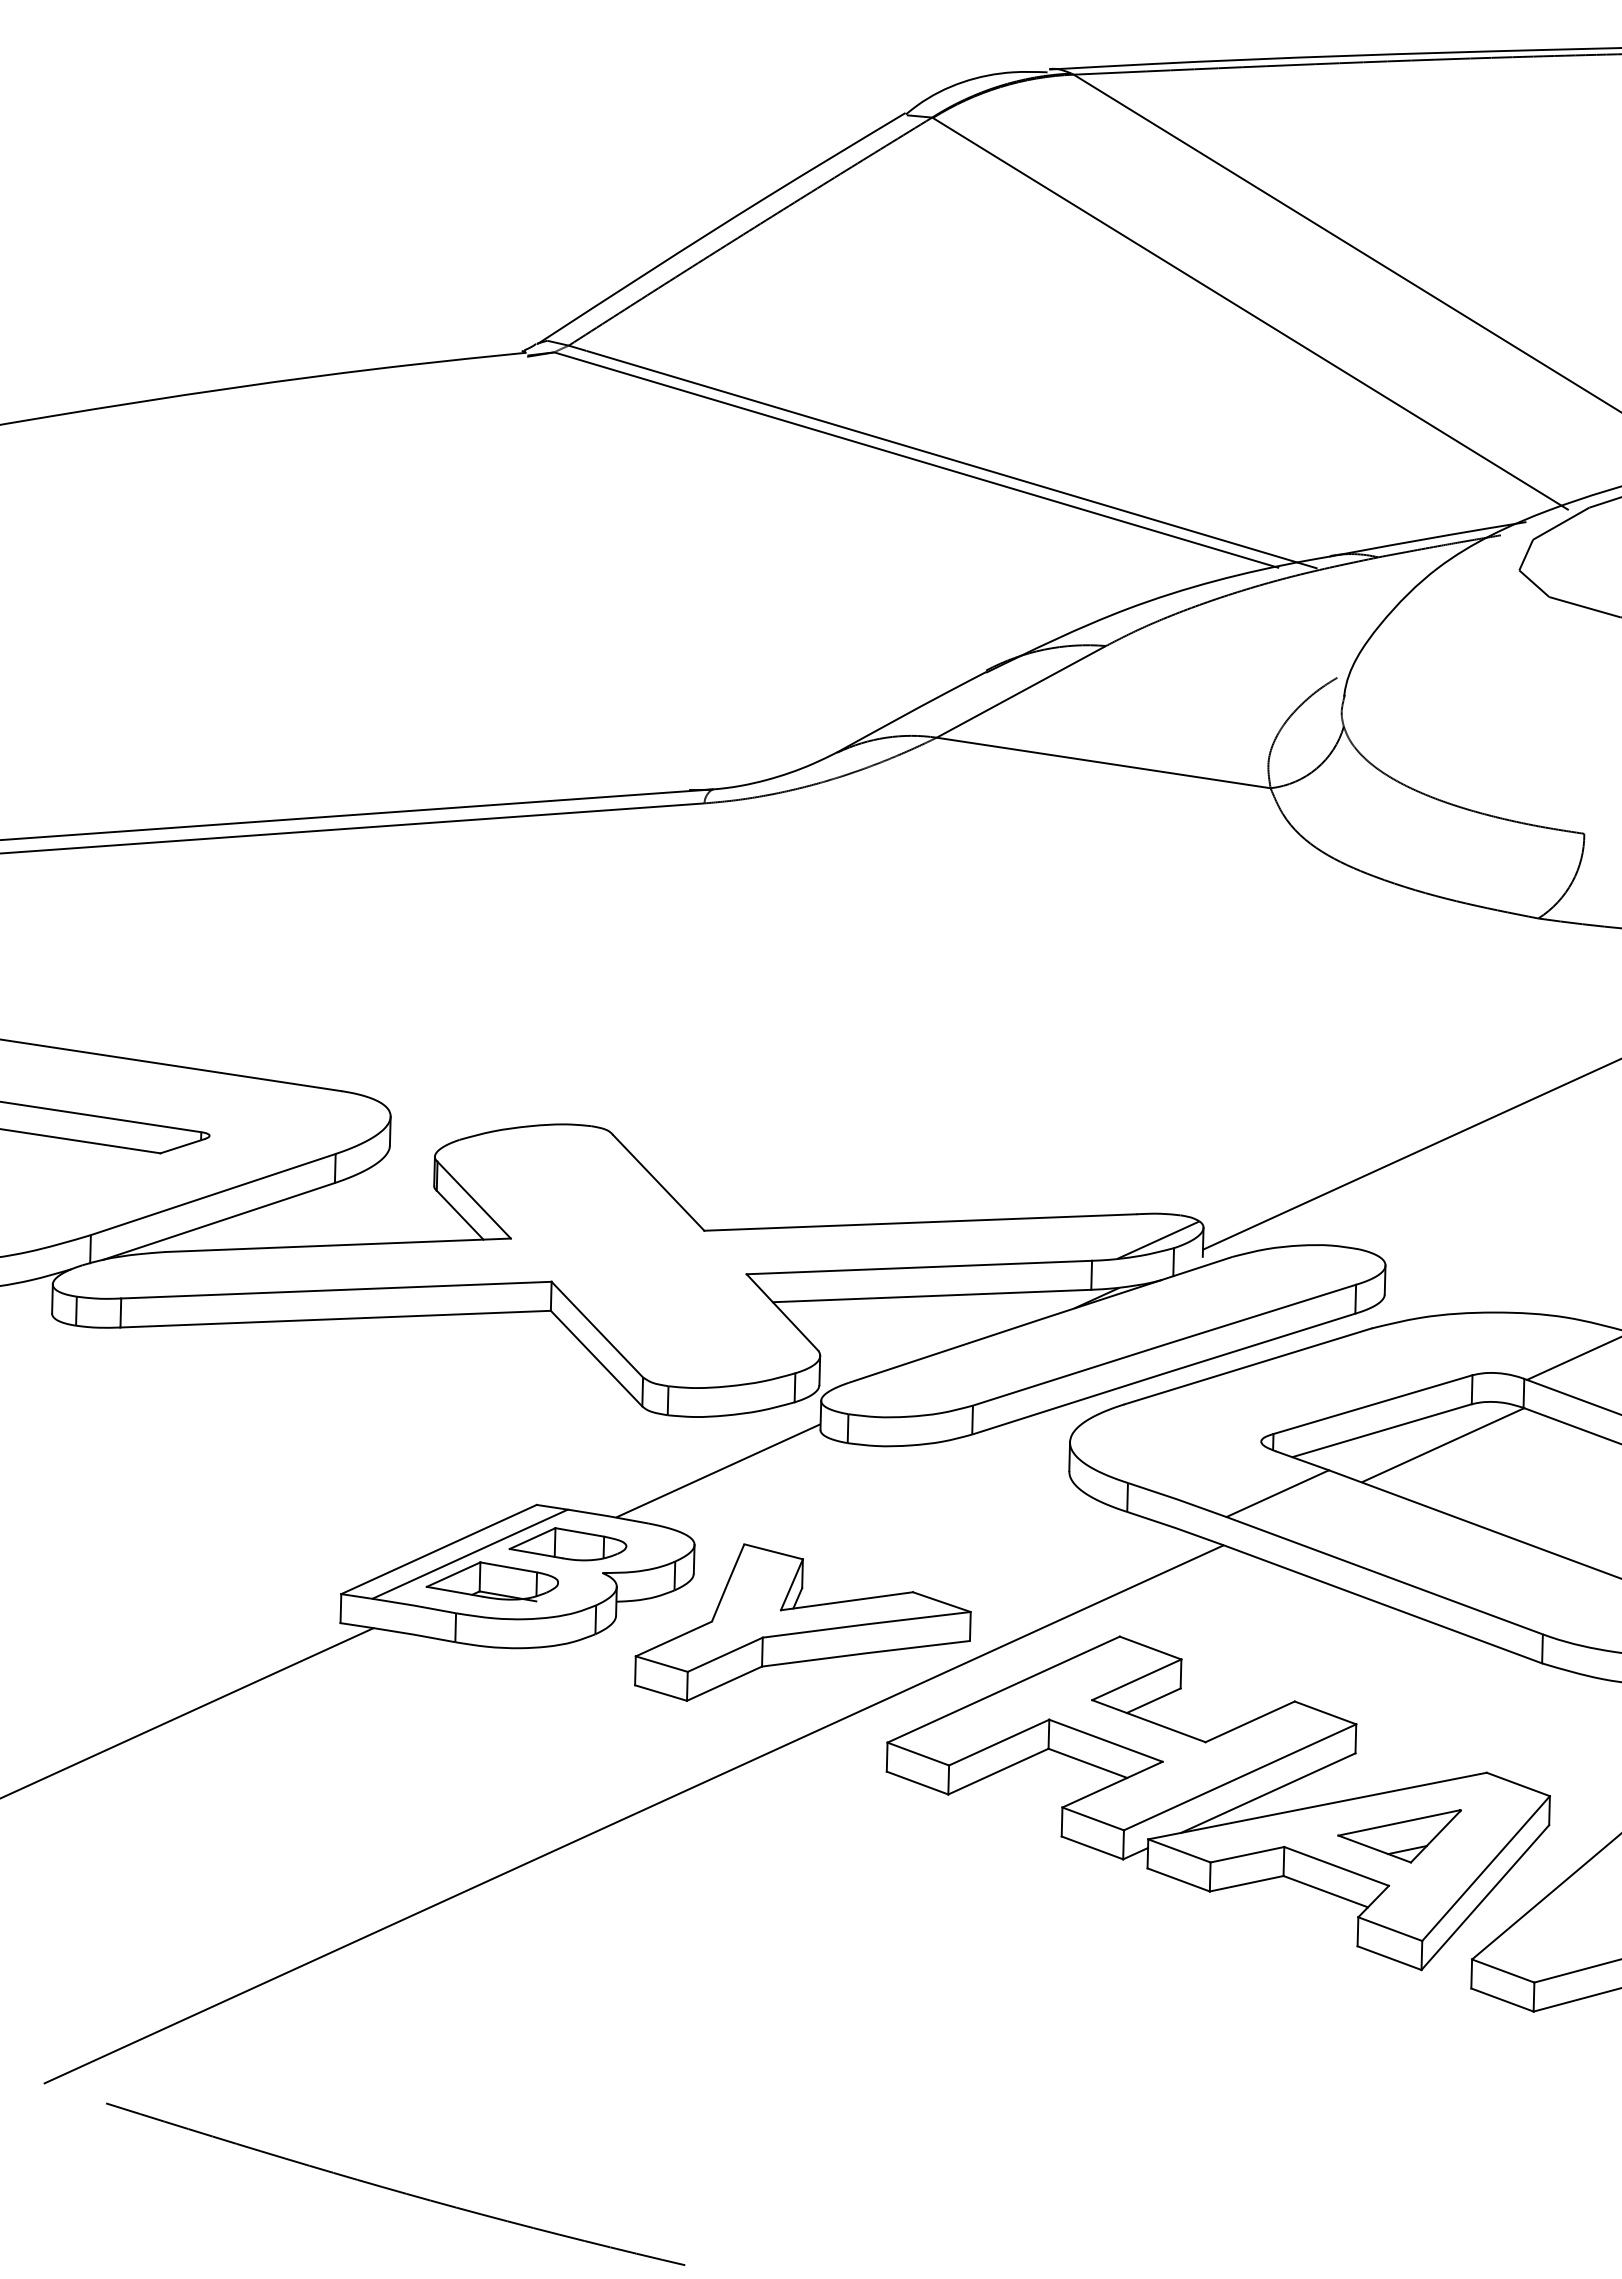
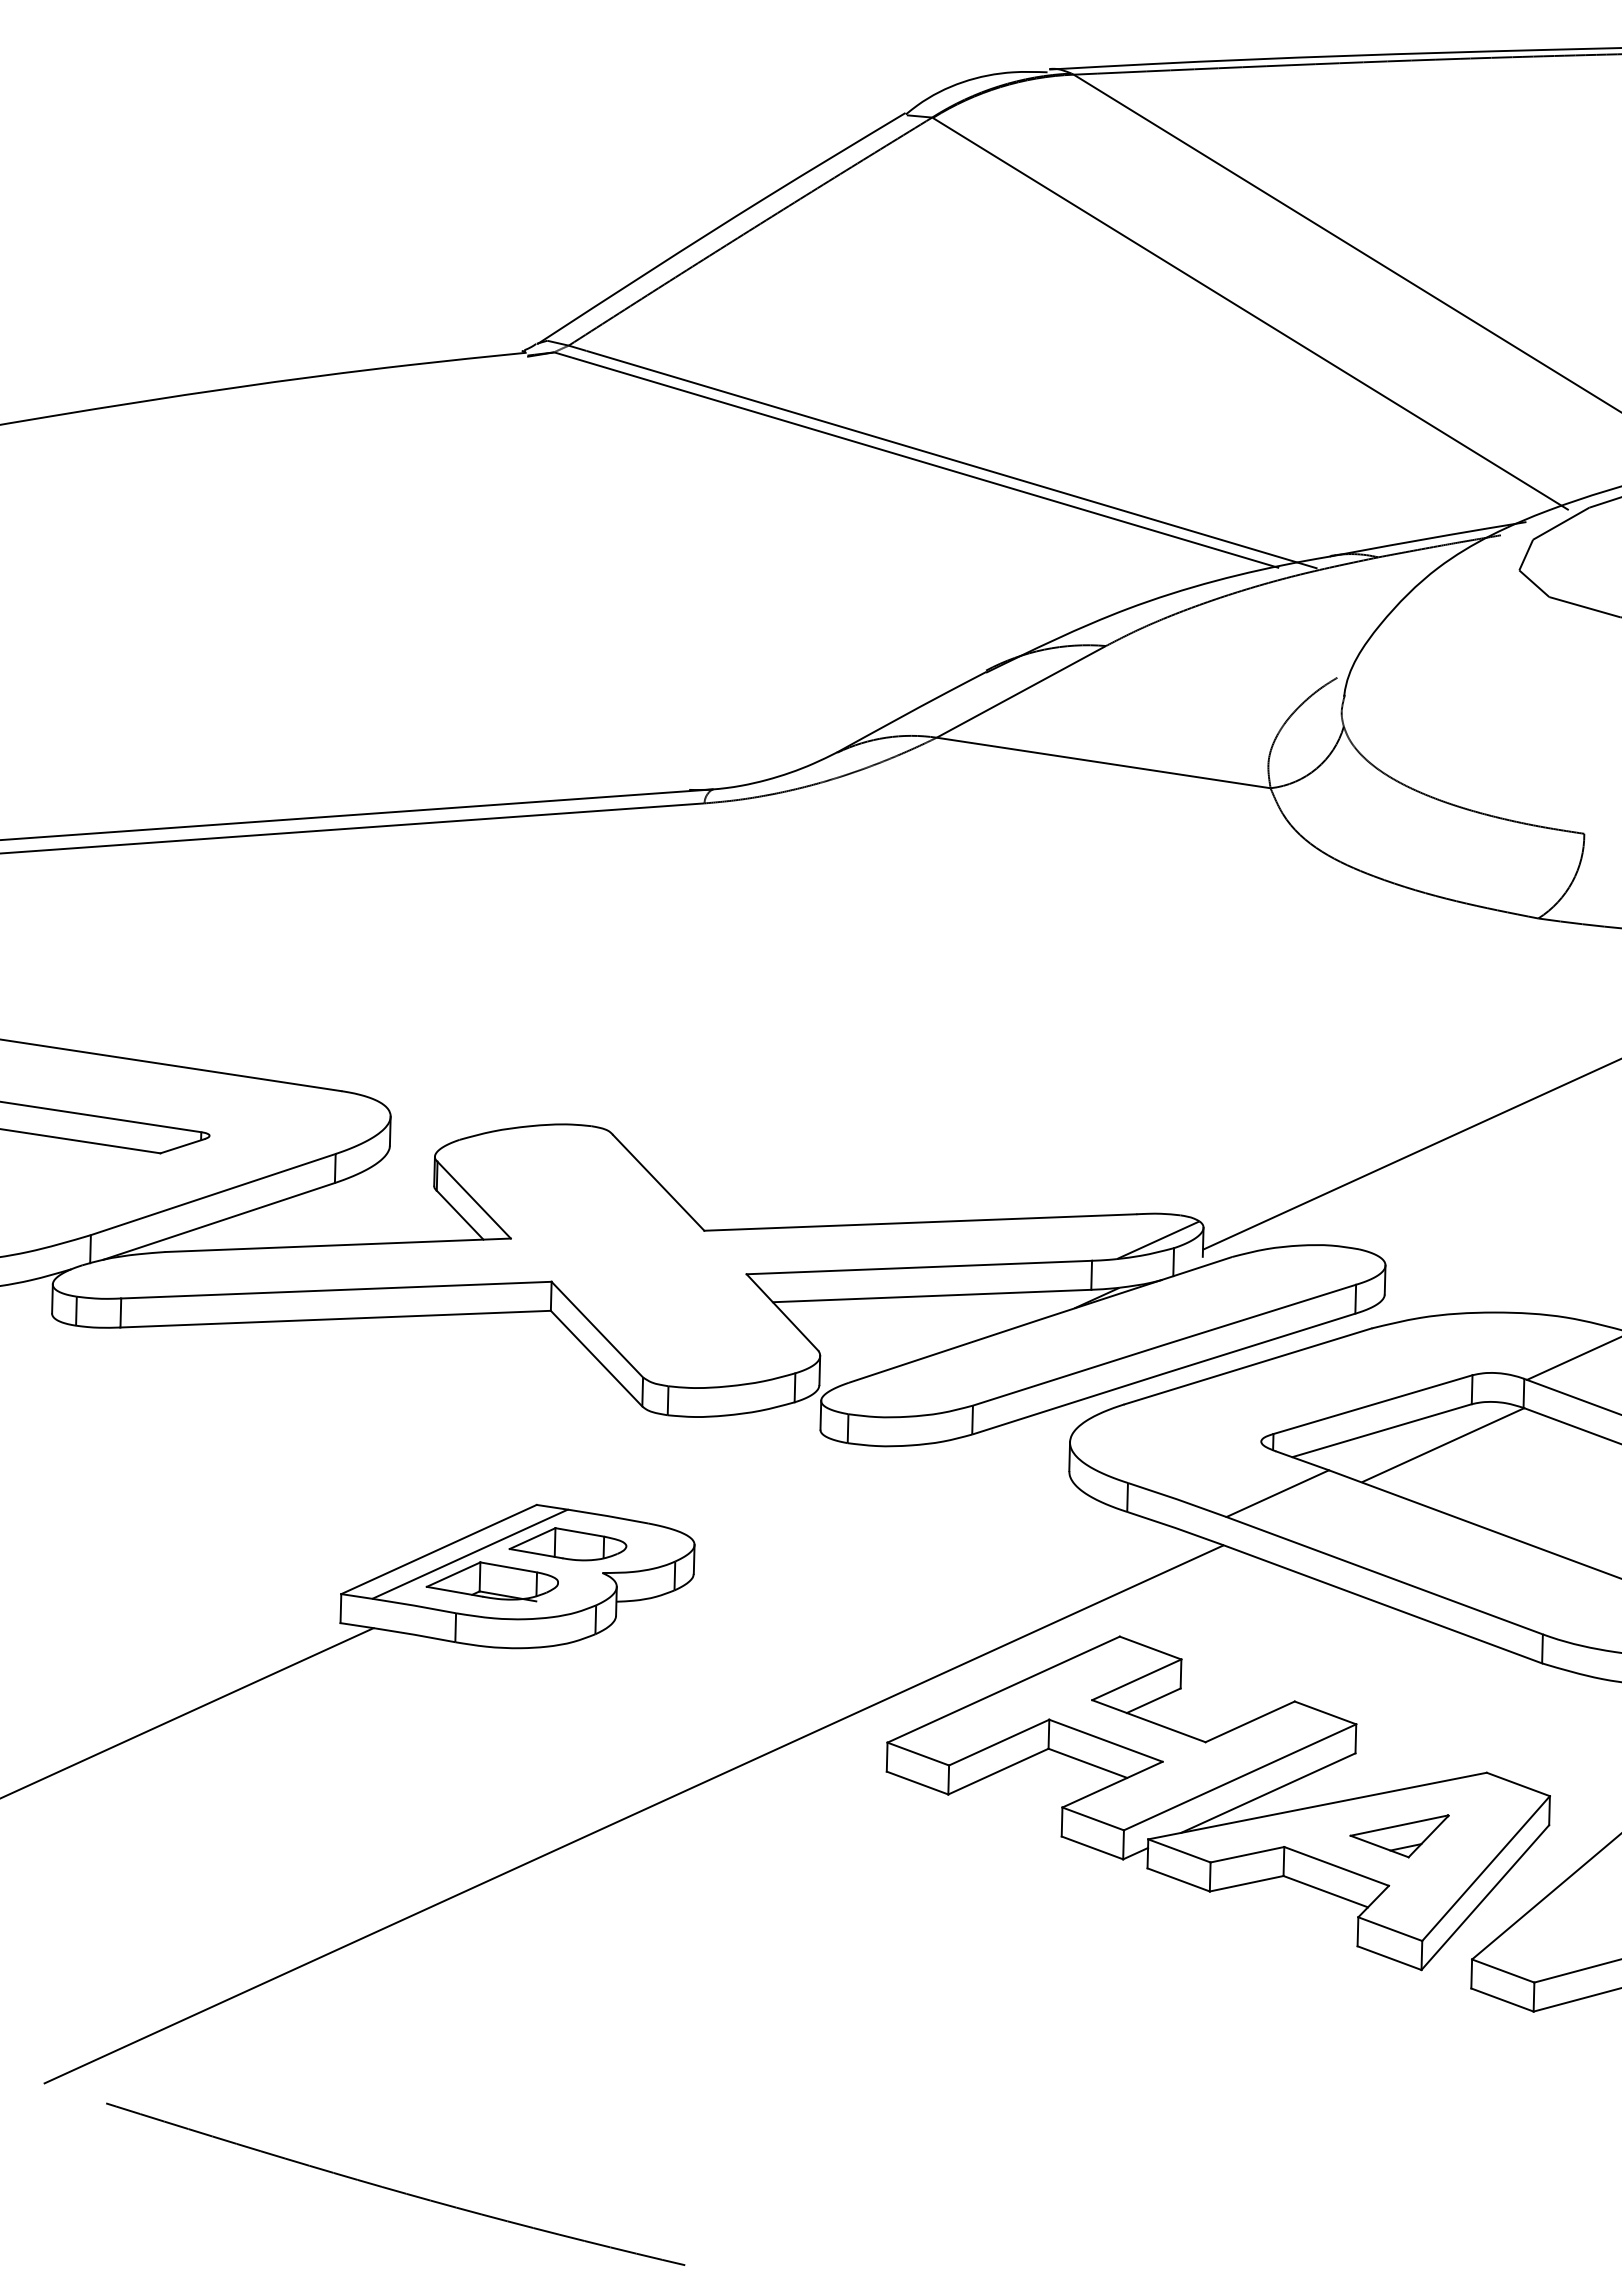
line at (718, 1470): present -> none
part at (802, 1622): present -> none
part at (1399, 1836) size: 125x55 px -> 101x45 px
